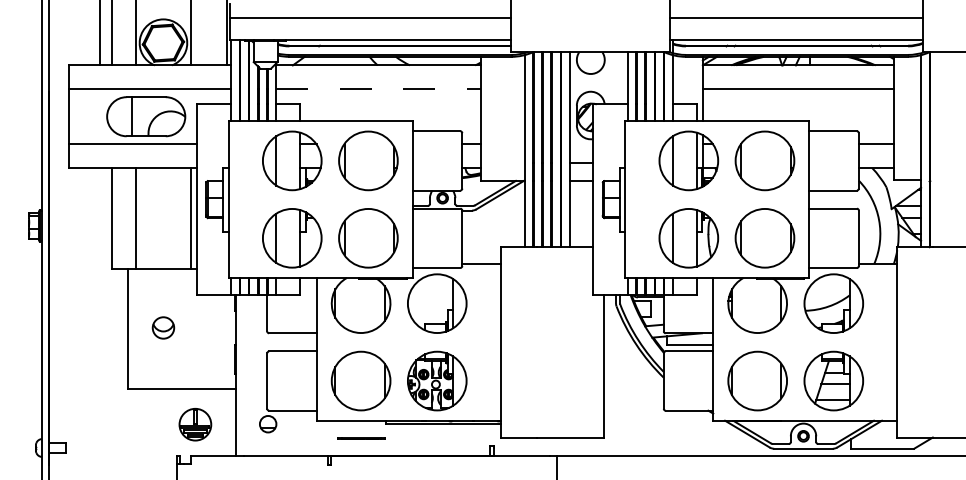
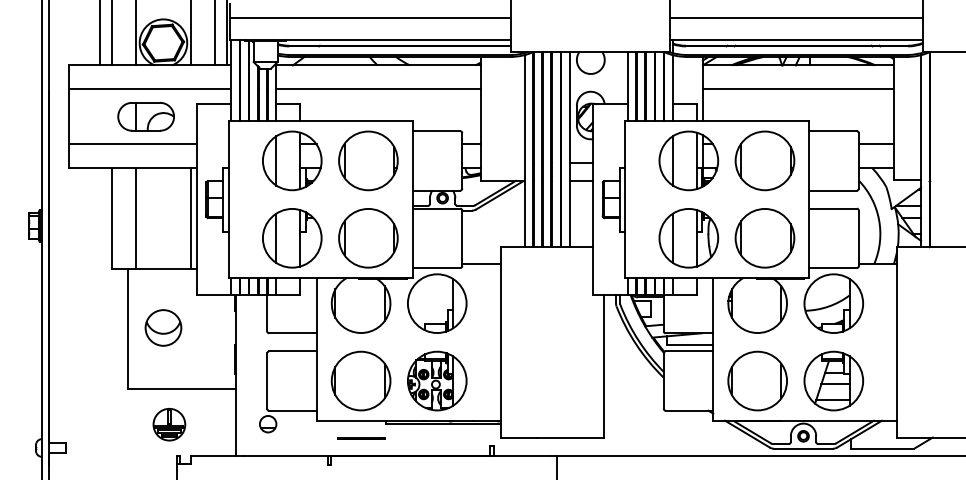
line at (214, 33): none -> present
line at (379, 89): dashed -> solid
part at (146, 116) size: 81x42 px -> 58x30 px
part at (163, 327) size: 25x24 px -> 39x38 px
part at (195, 424) position: (195, 424) -> (169, 424)
